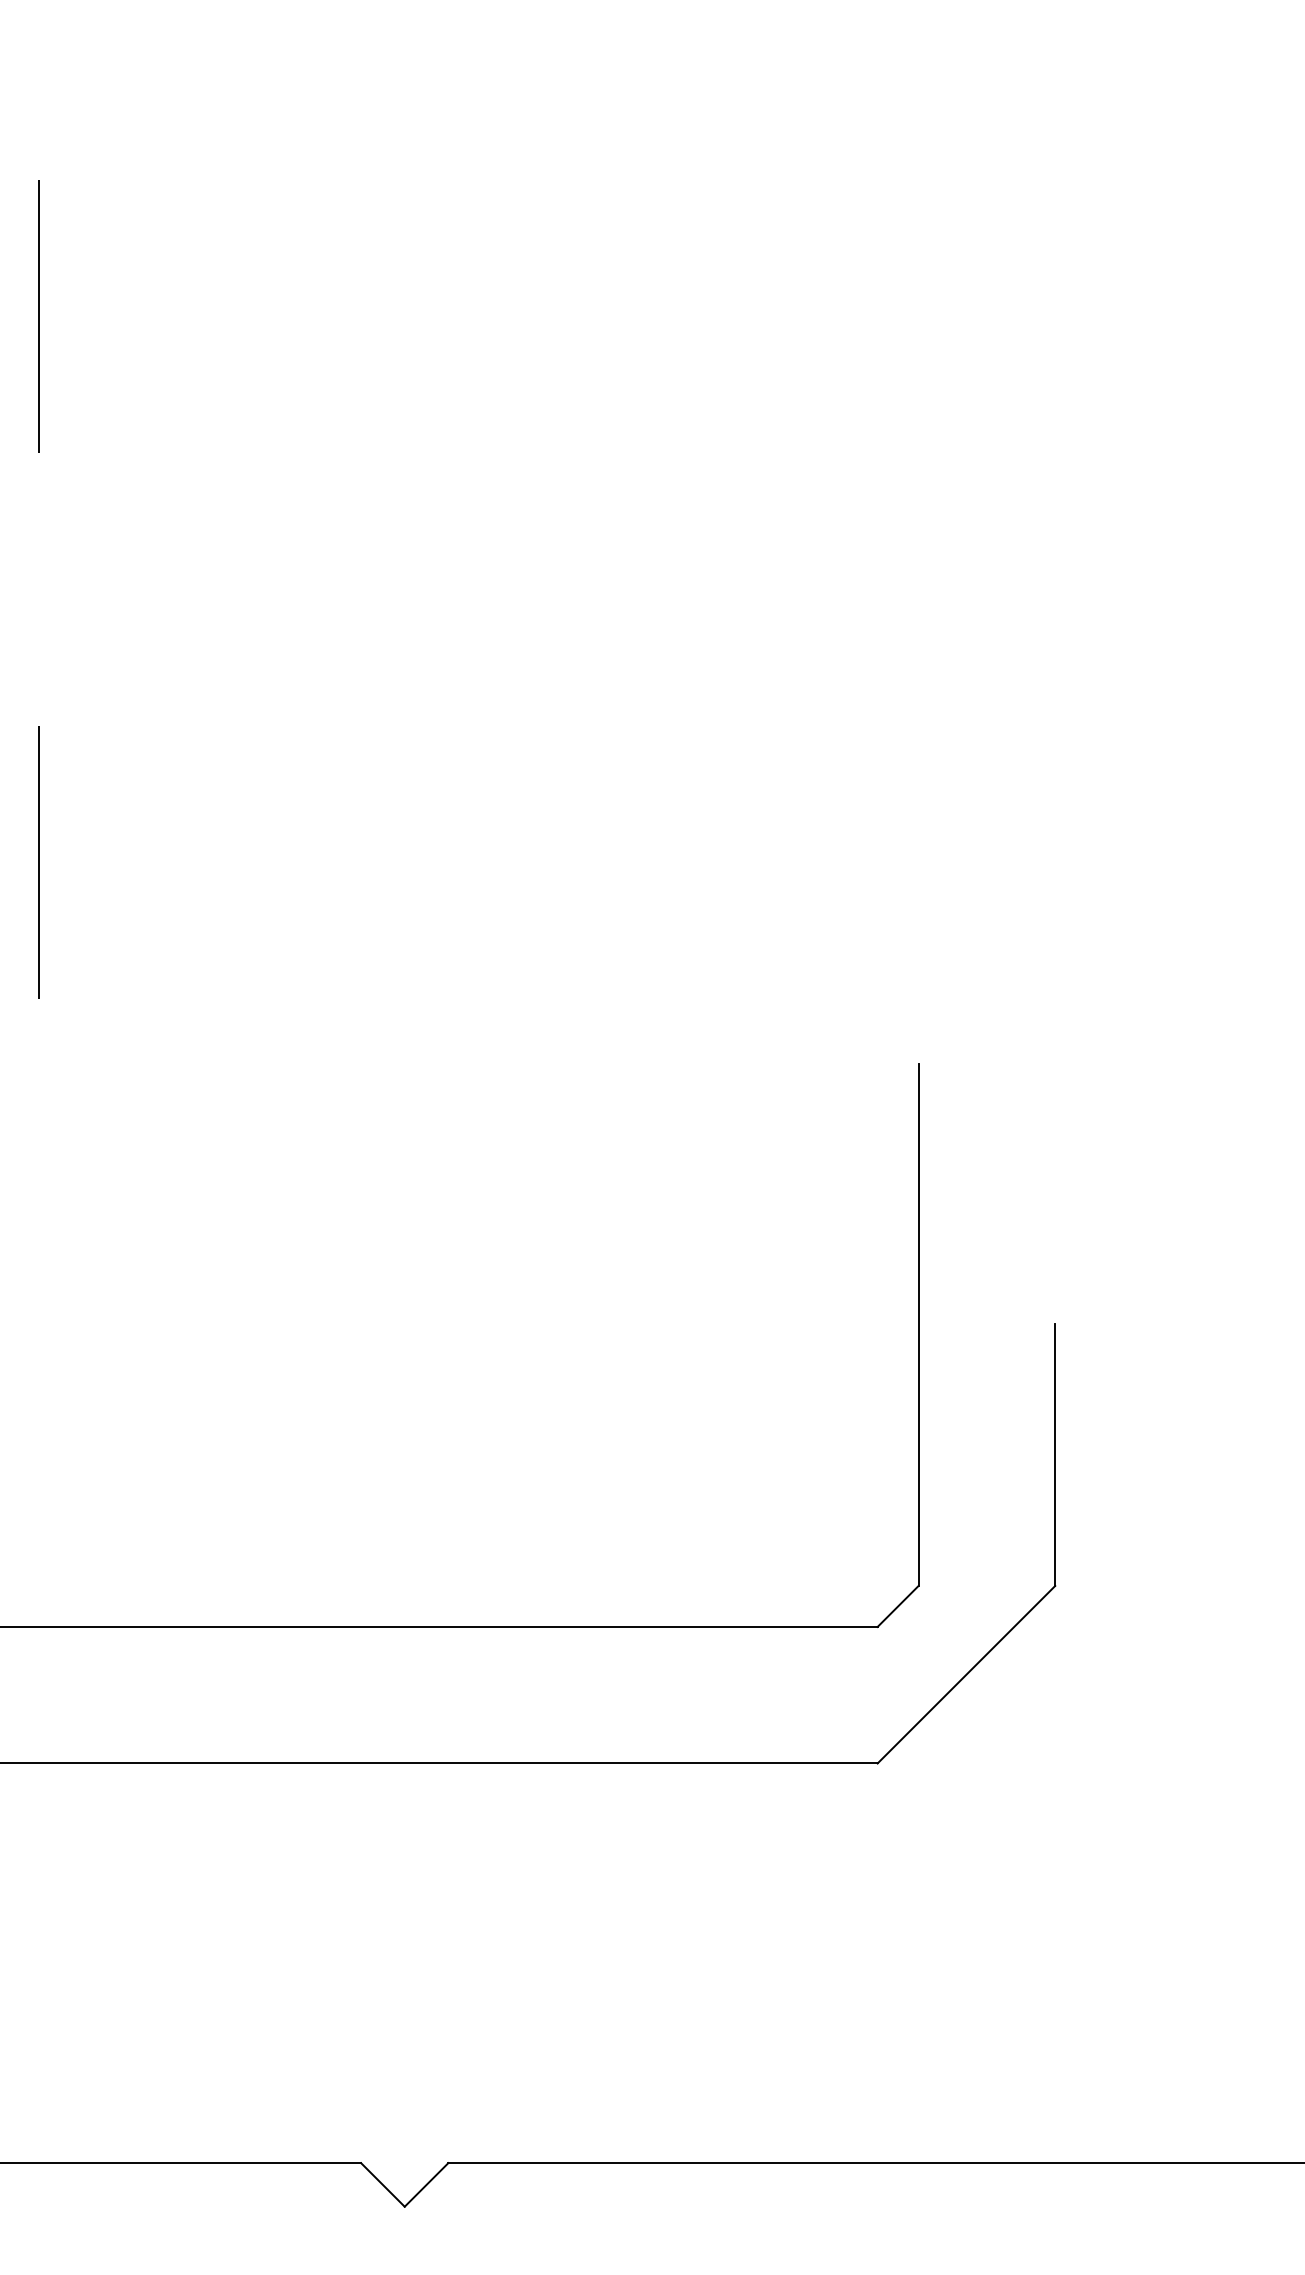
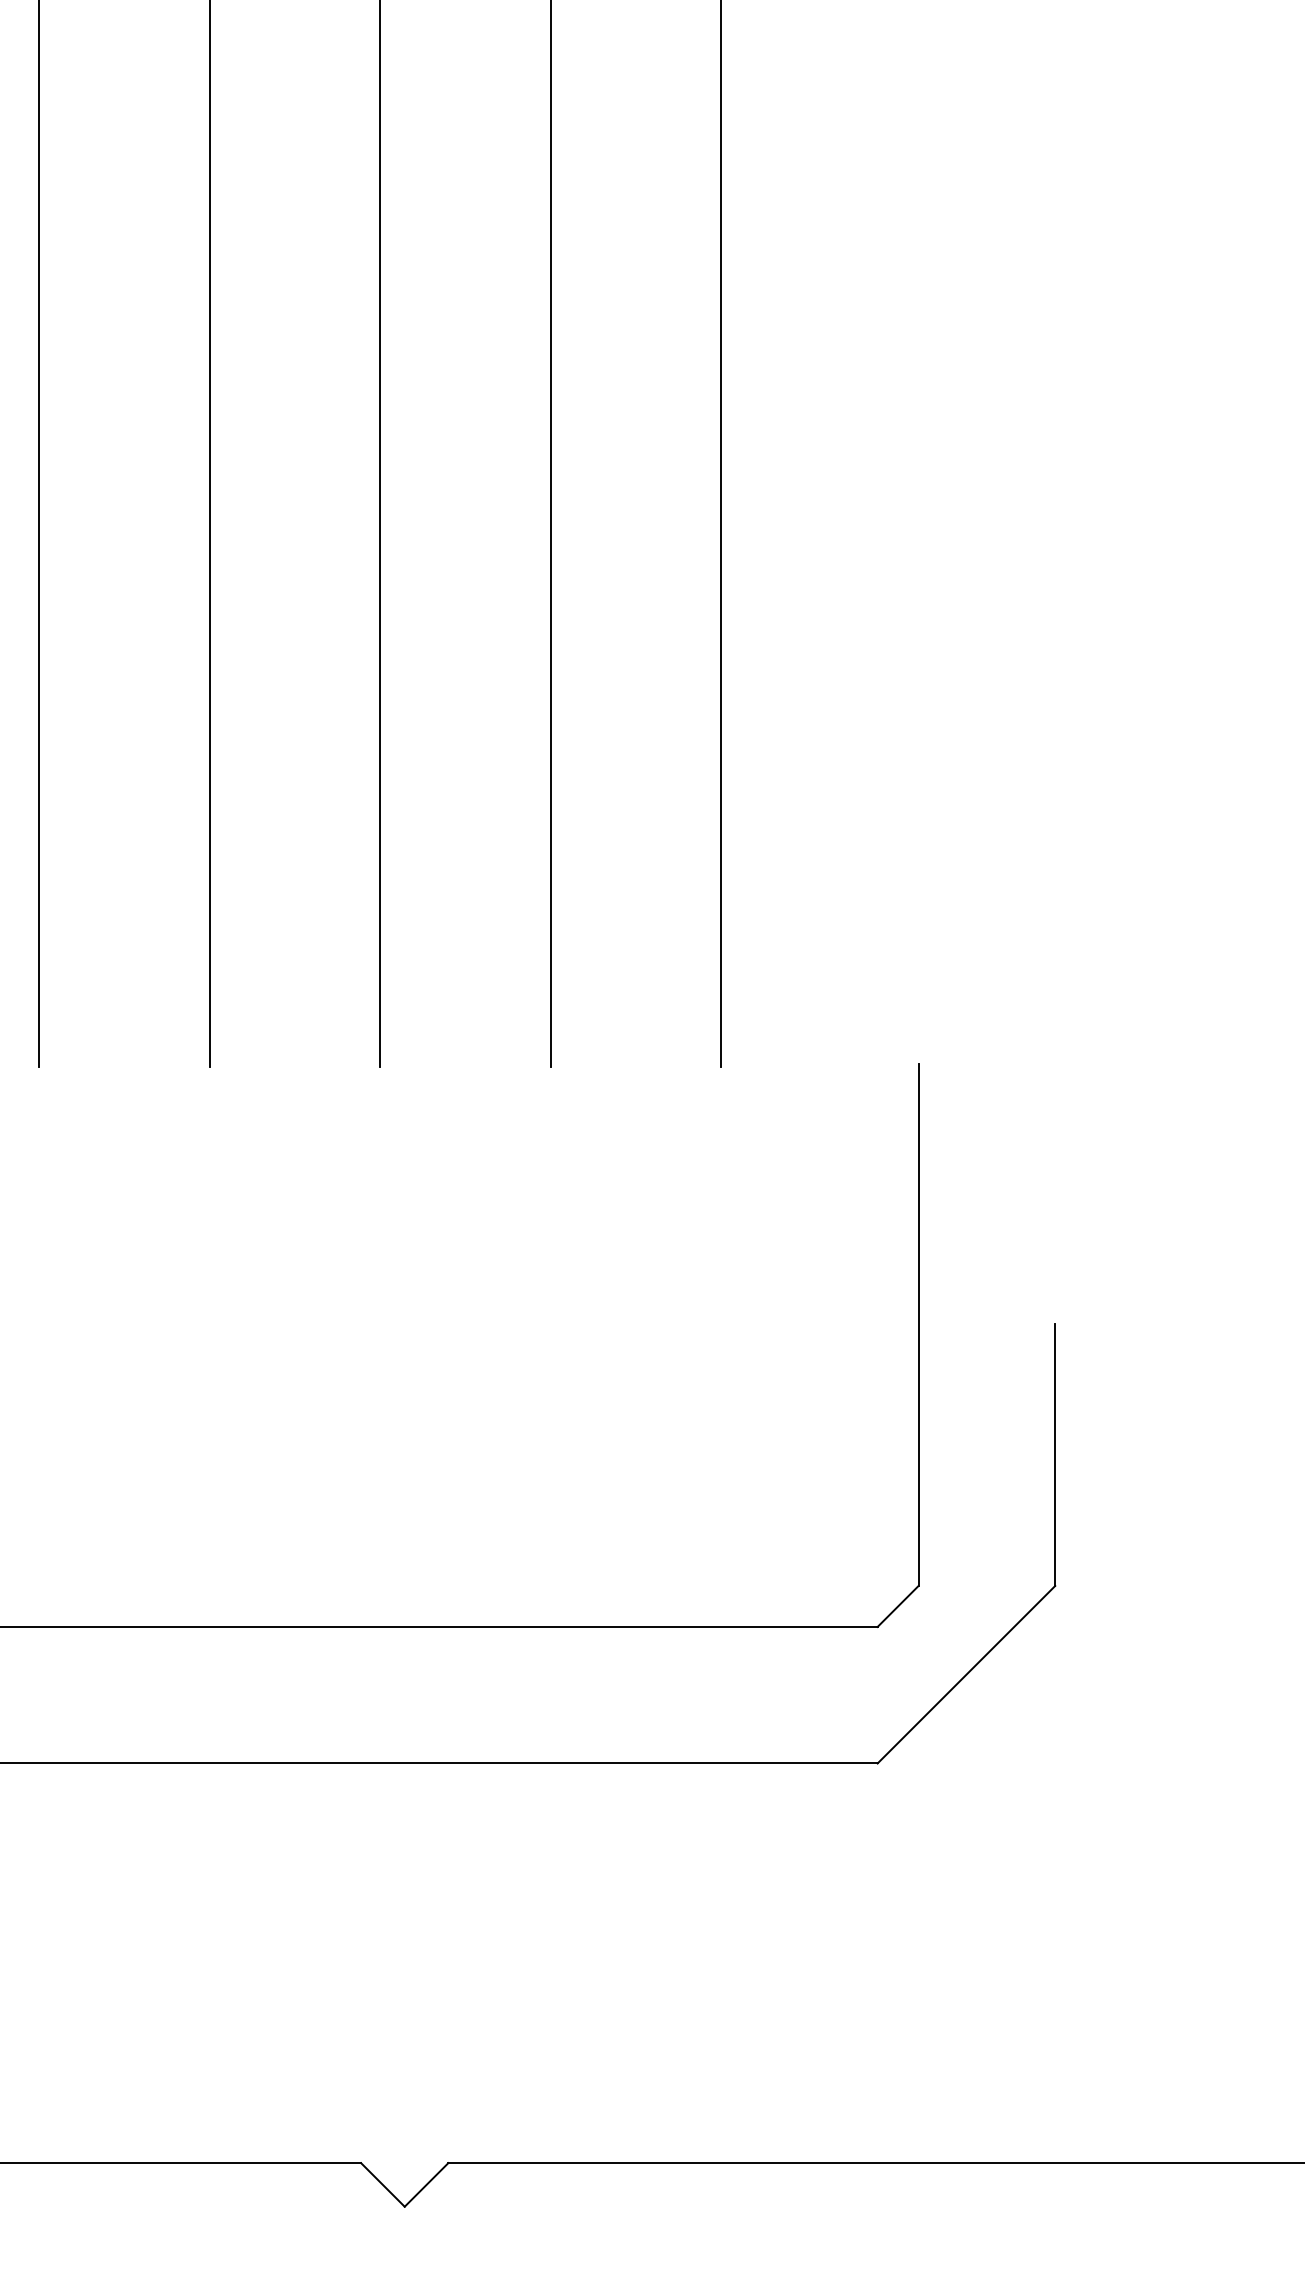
line at (39, 534): dashed -> solid
line at (209, 534): none -> present
line at (380, 534): none -> present
line at (550, 534): none -> present
line at (721, 534): none -> present
